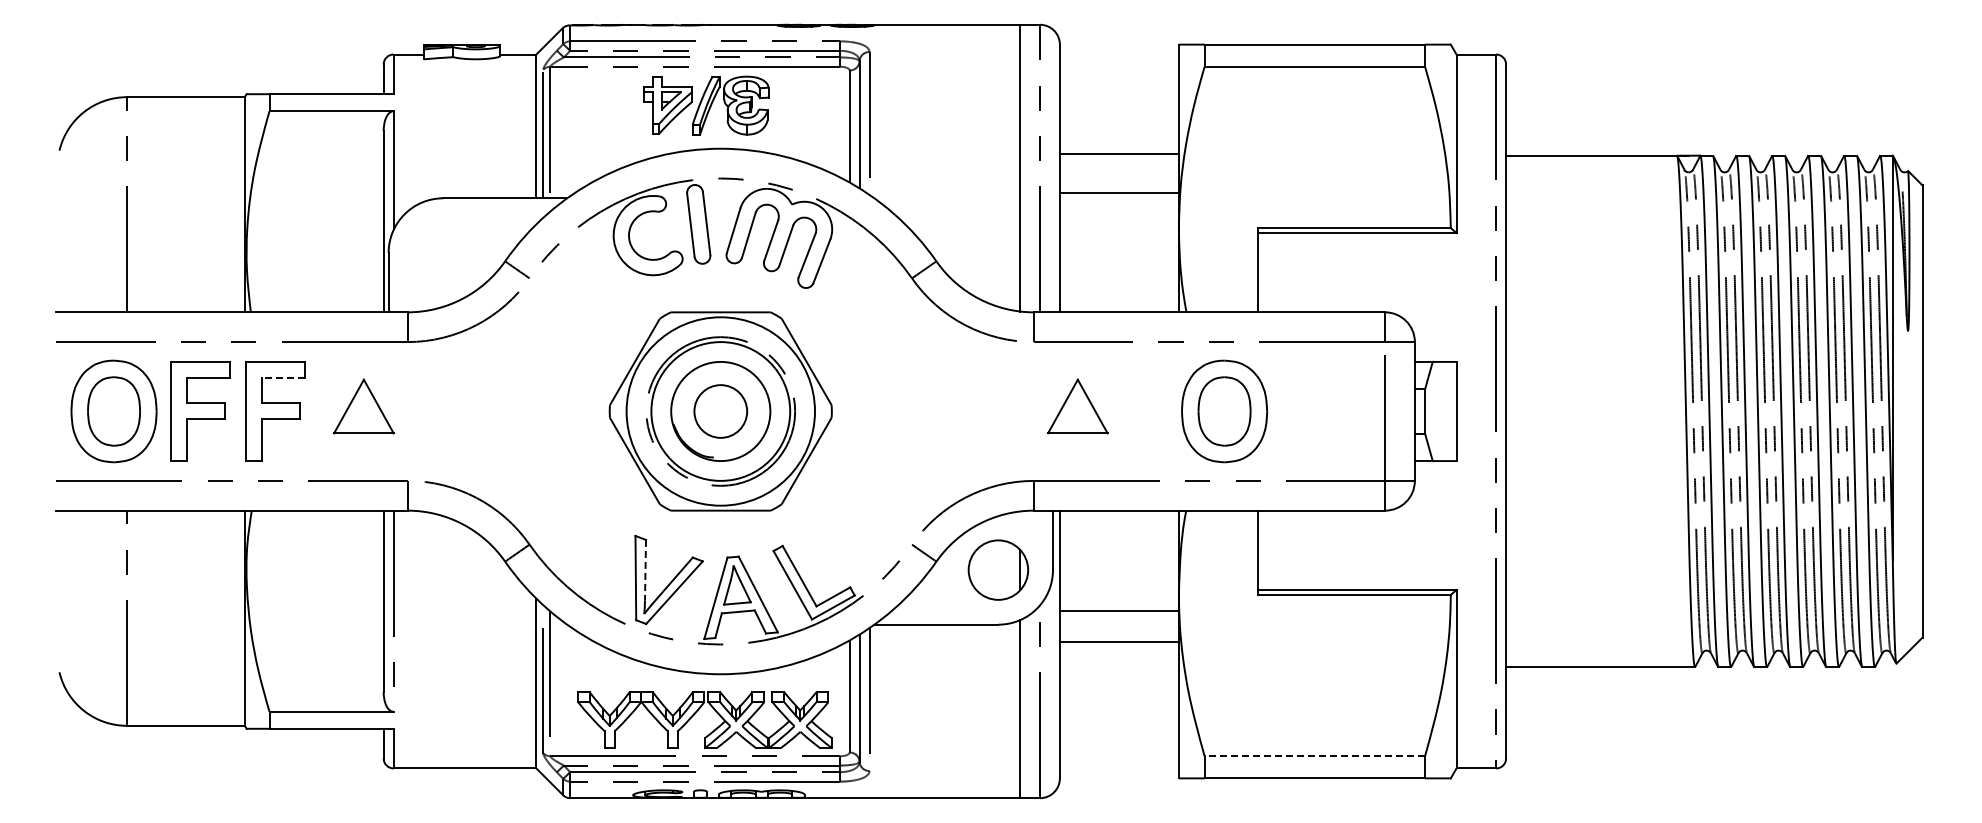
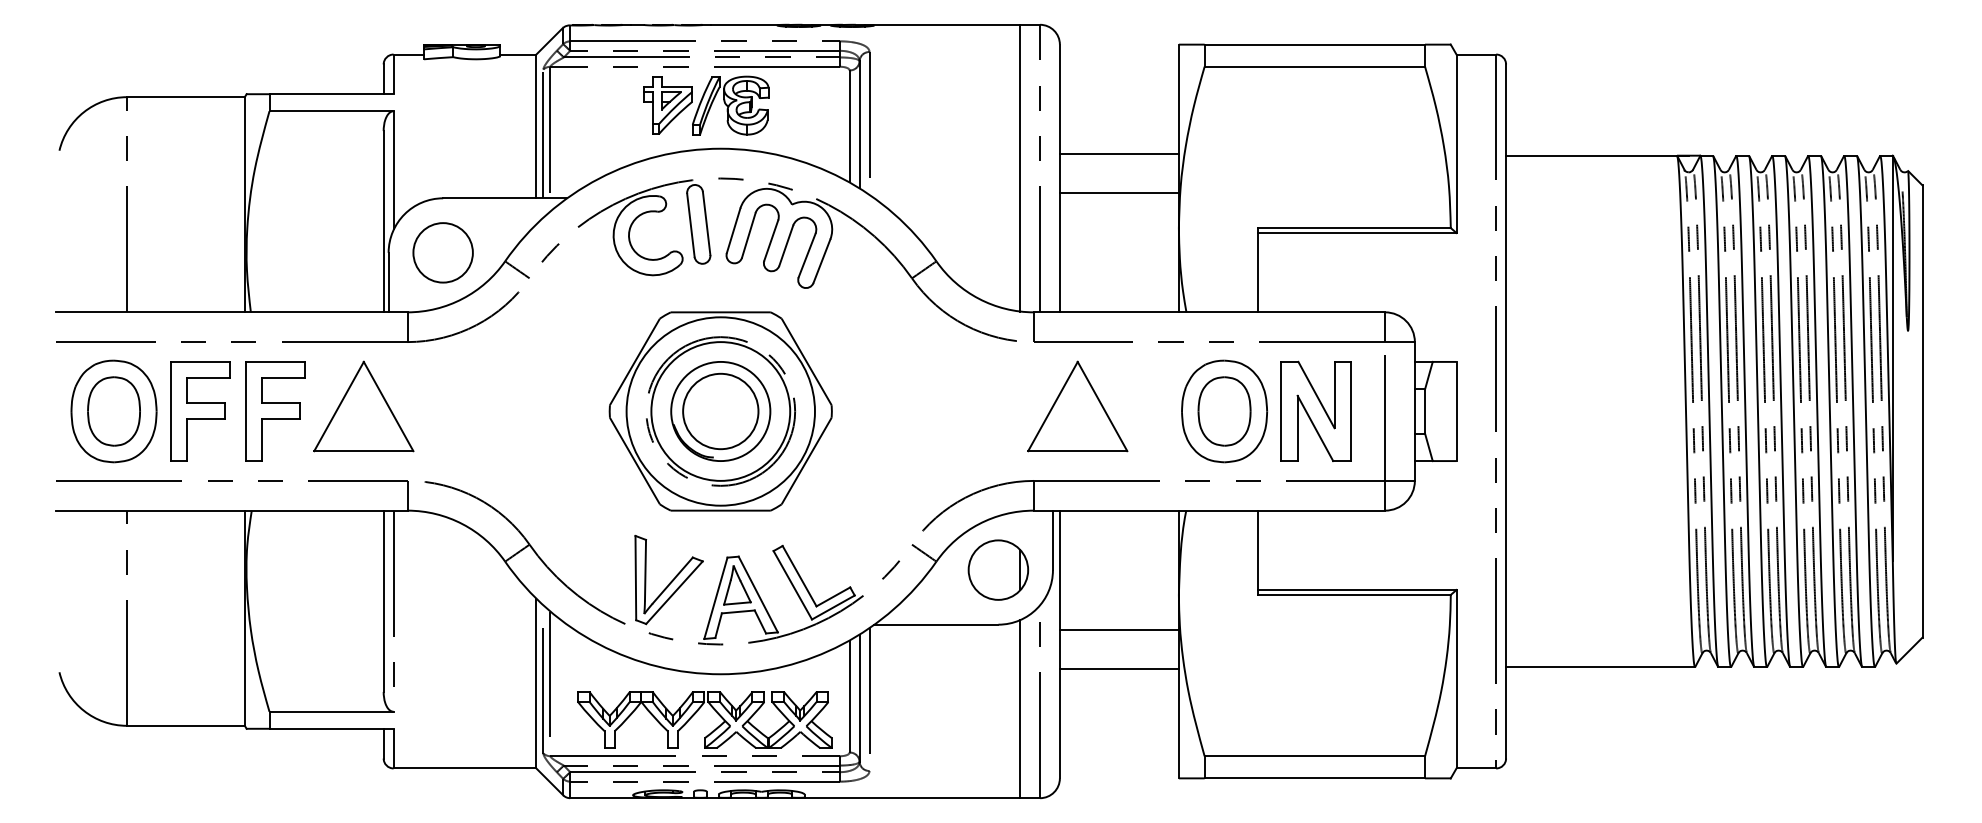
circle at (442, 252): none -> present
line at (283, 378): dashed -> solid
part at (363, 406) size: 62x57 px -> 102x93 px
part at (1077, 406) size: 62x57 px -> 102x93 px
part at (1315, 410): none -> present
circle at (720, 411) diameter: 53 px -> 75 px
line at (645, 570): dashed -> solid
line at (1118, 610) position: (1118, 610) -> (1118, 629)
line at (1118, 642) position: (1118, 642) -> (1118, 669)
line at (1314, 756): dashed -> solid
